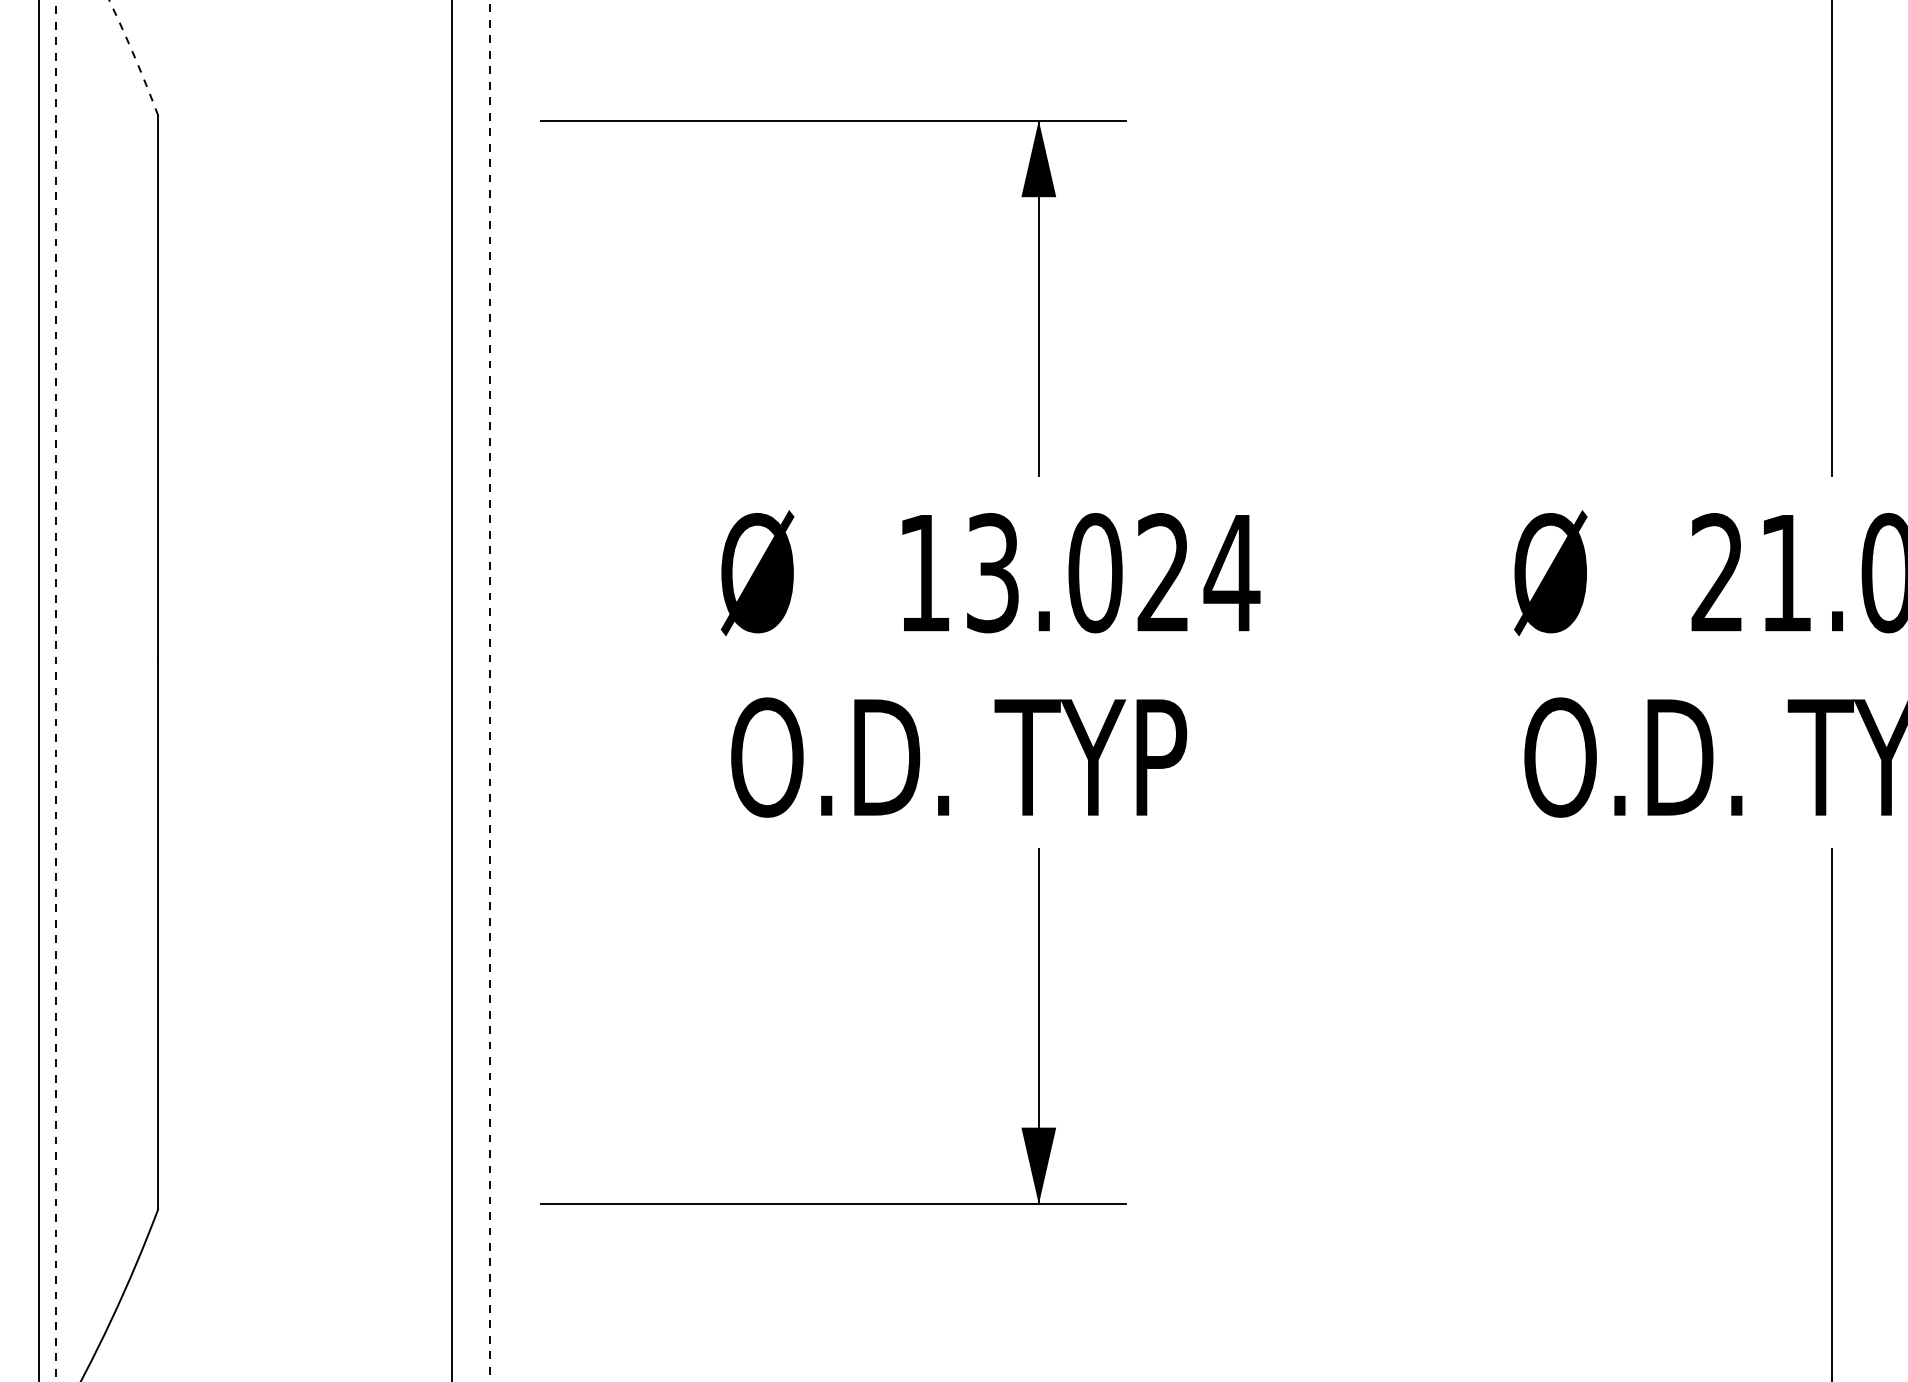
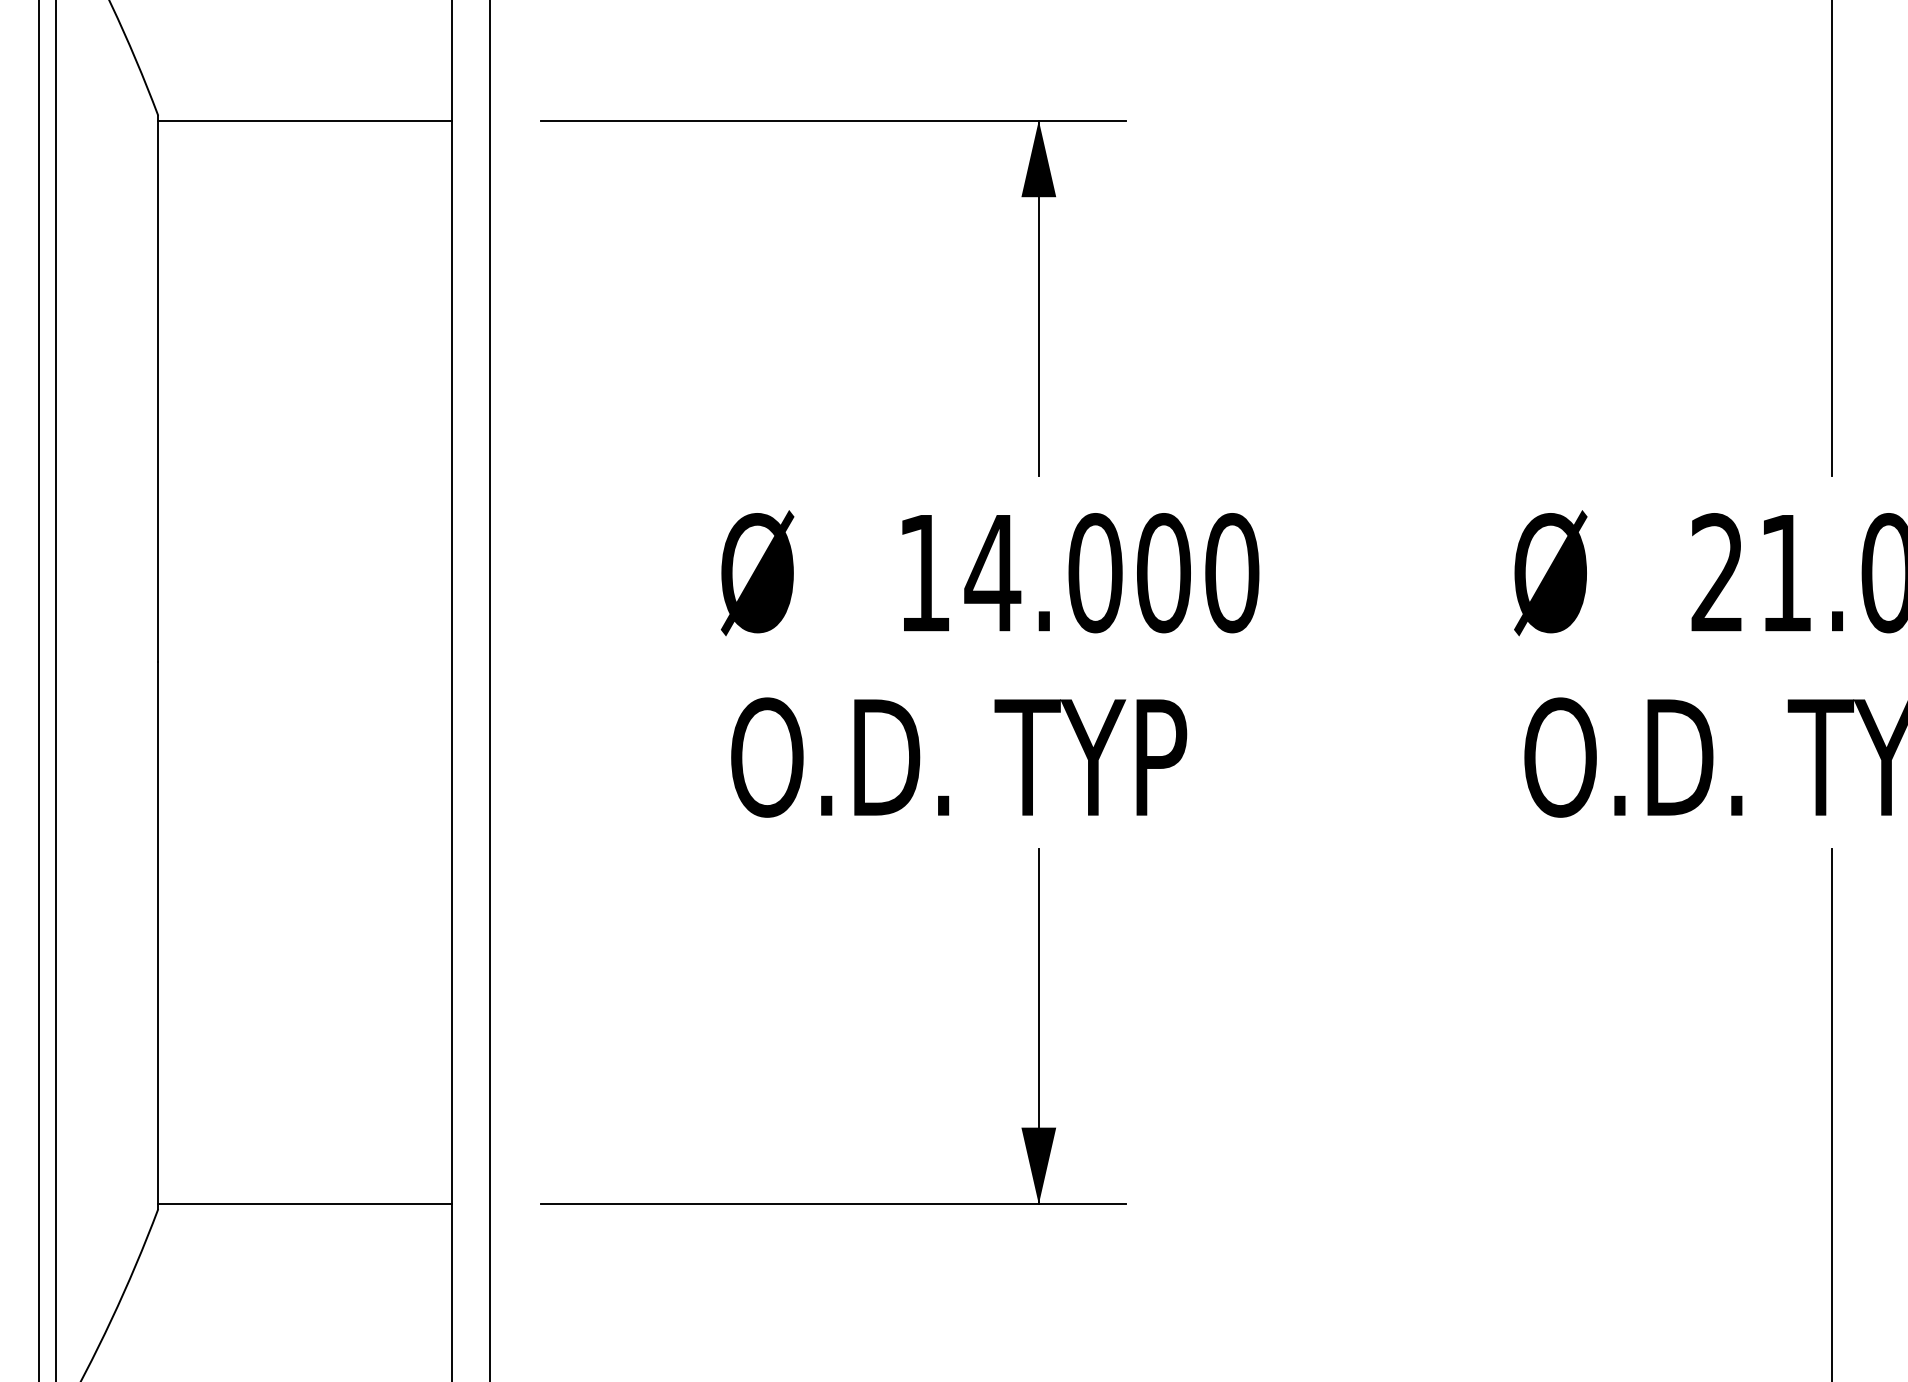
arc at (134, 57): dashed -> solid
line at (304, 120): none -> present
text at (1112, 573): 13.024 -> 14.000
line at (56, 690): dashed -> solid
line at (490, 691): dashed -> solid
line at (304, 1204): none -> present
